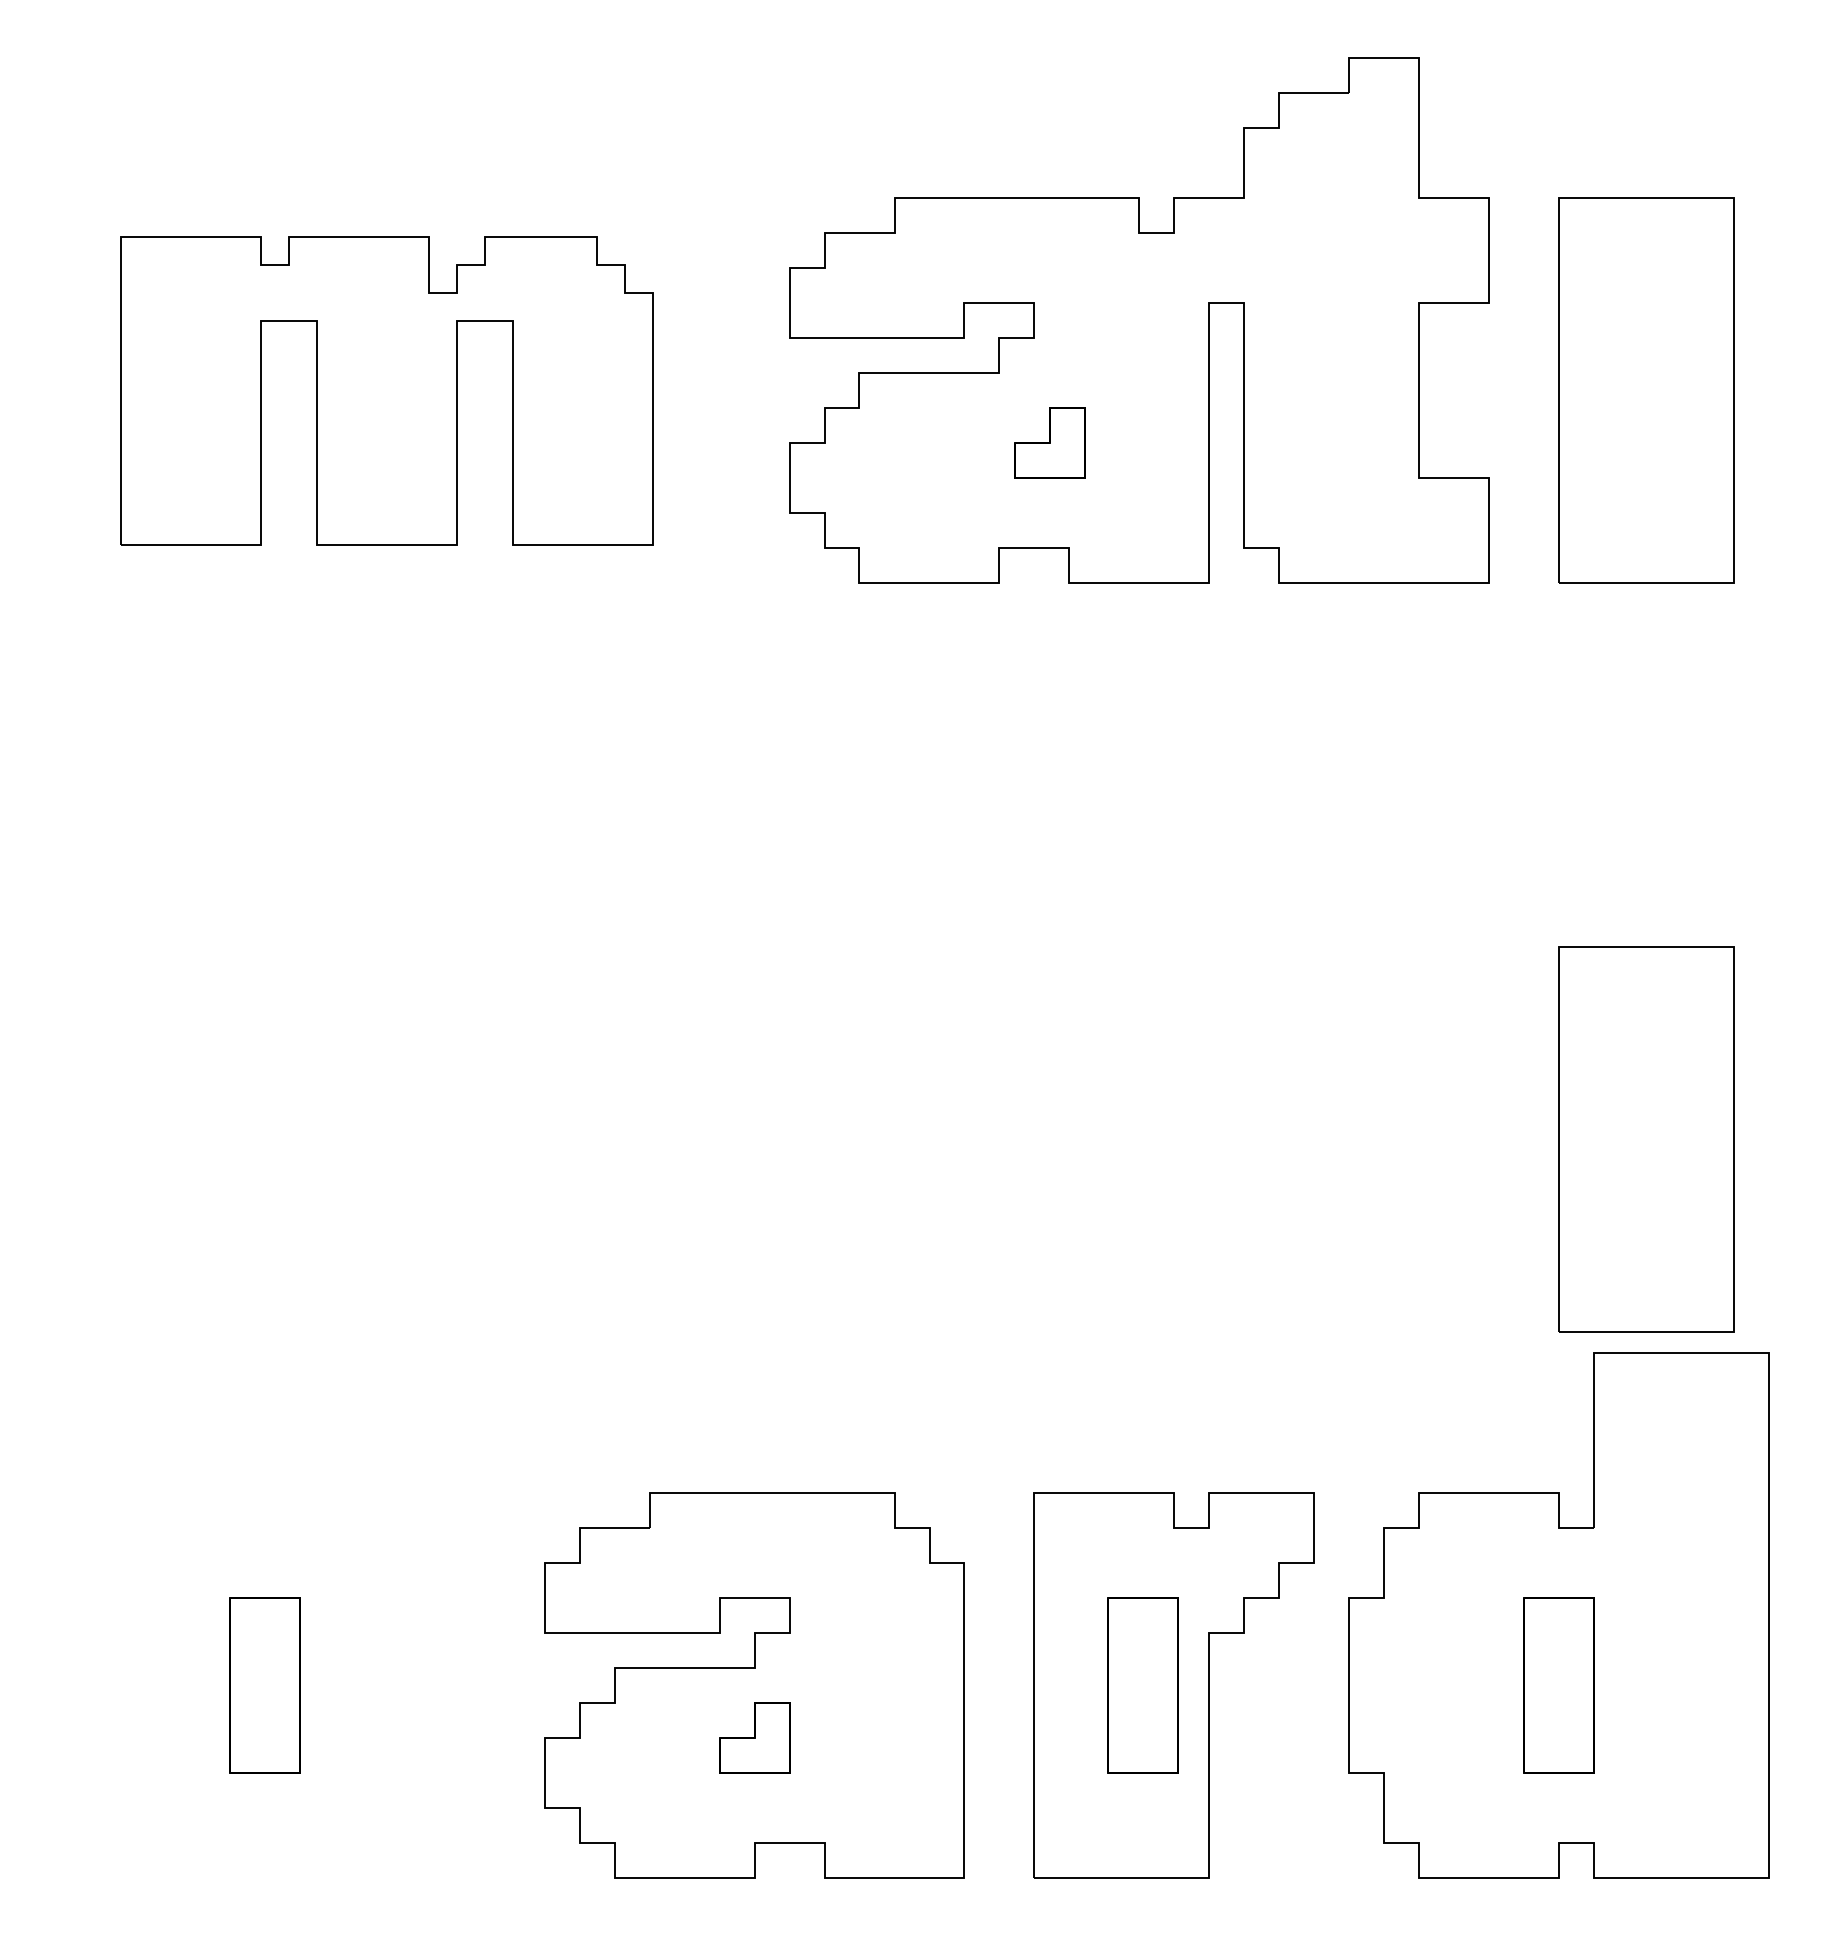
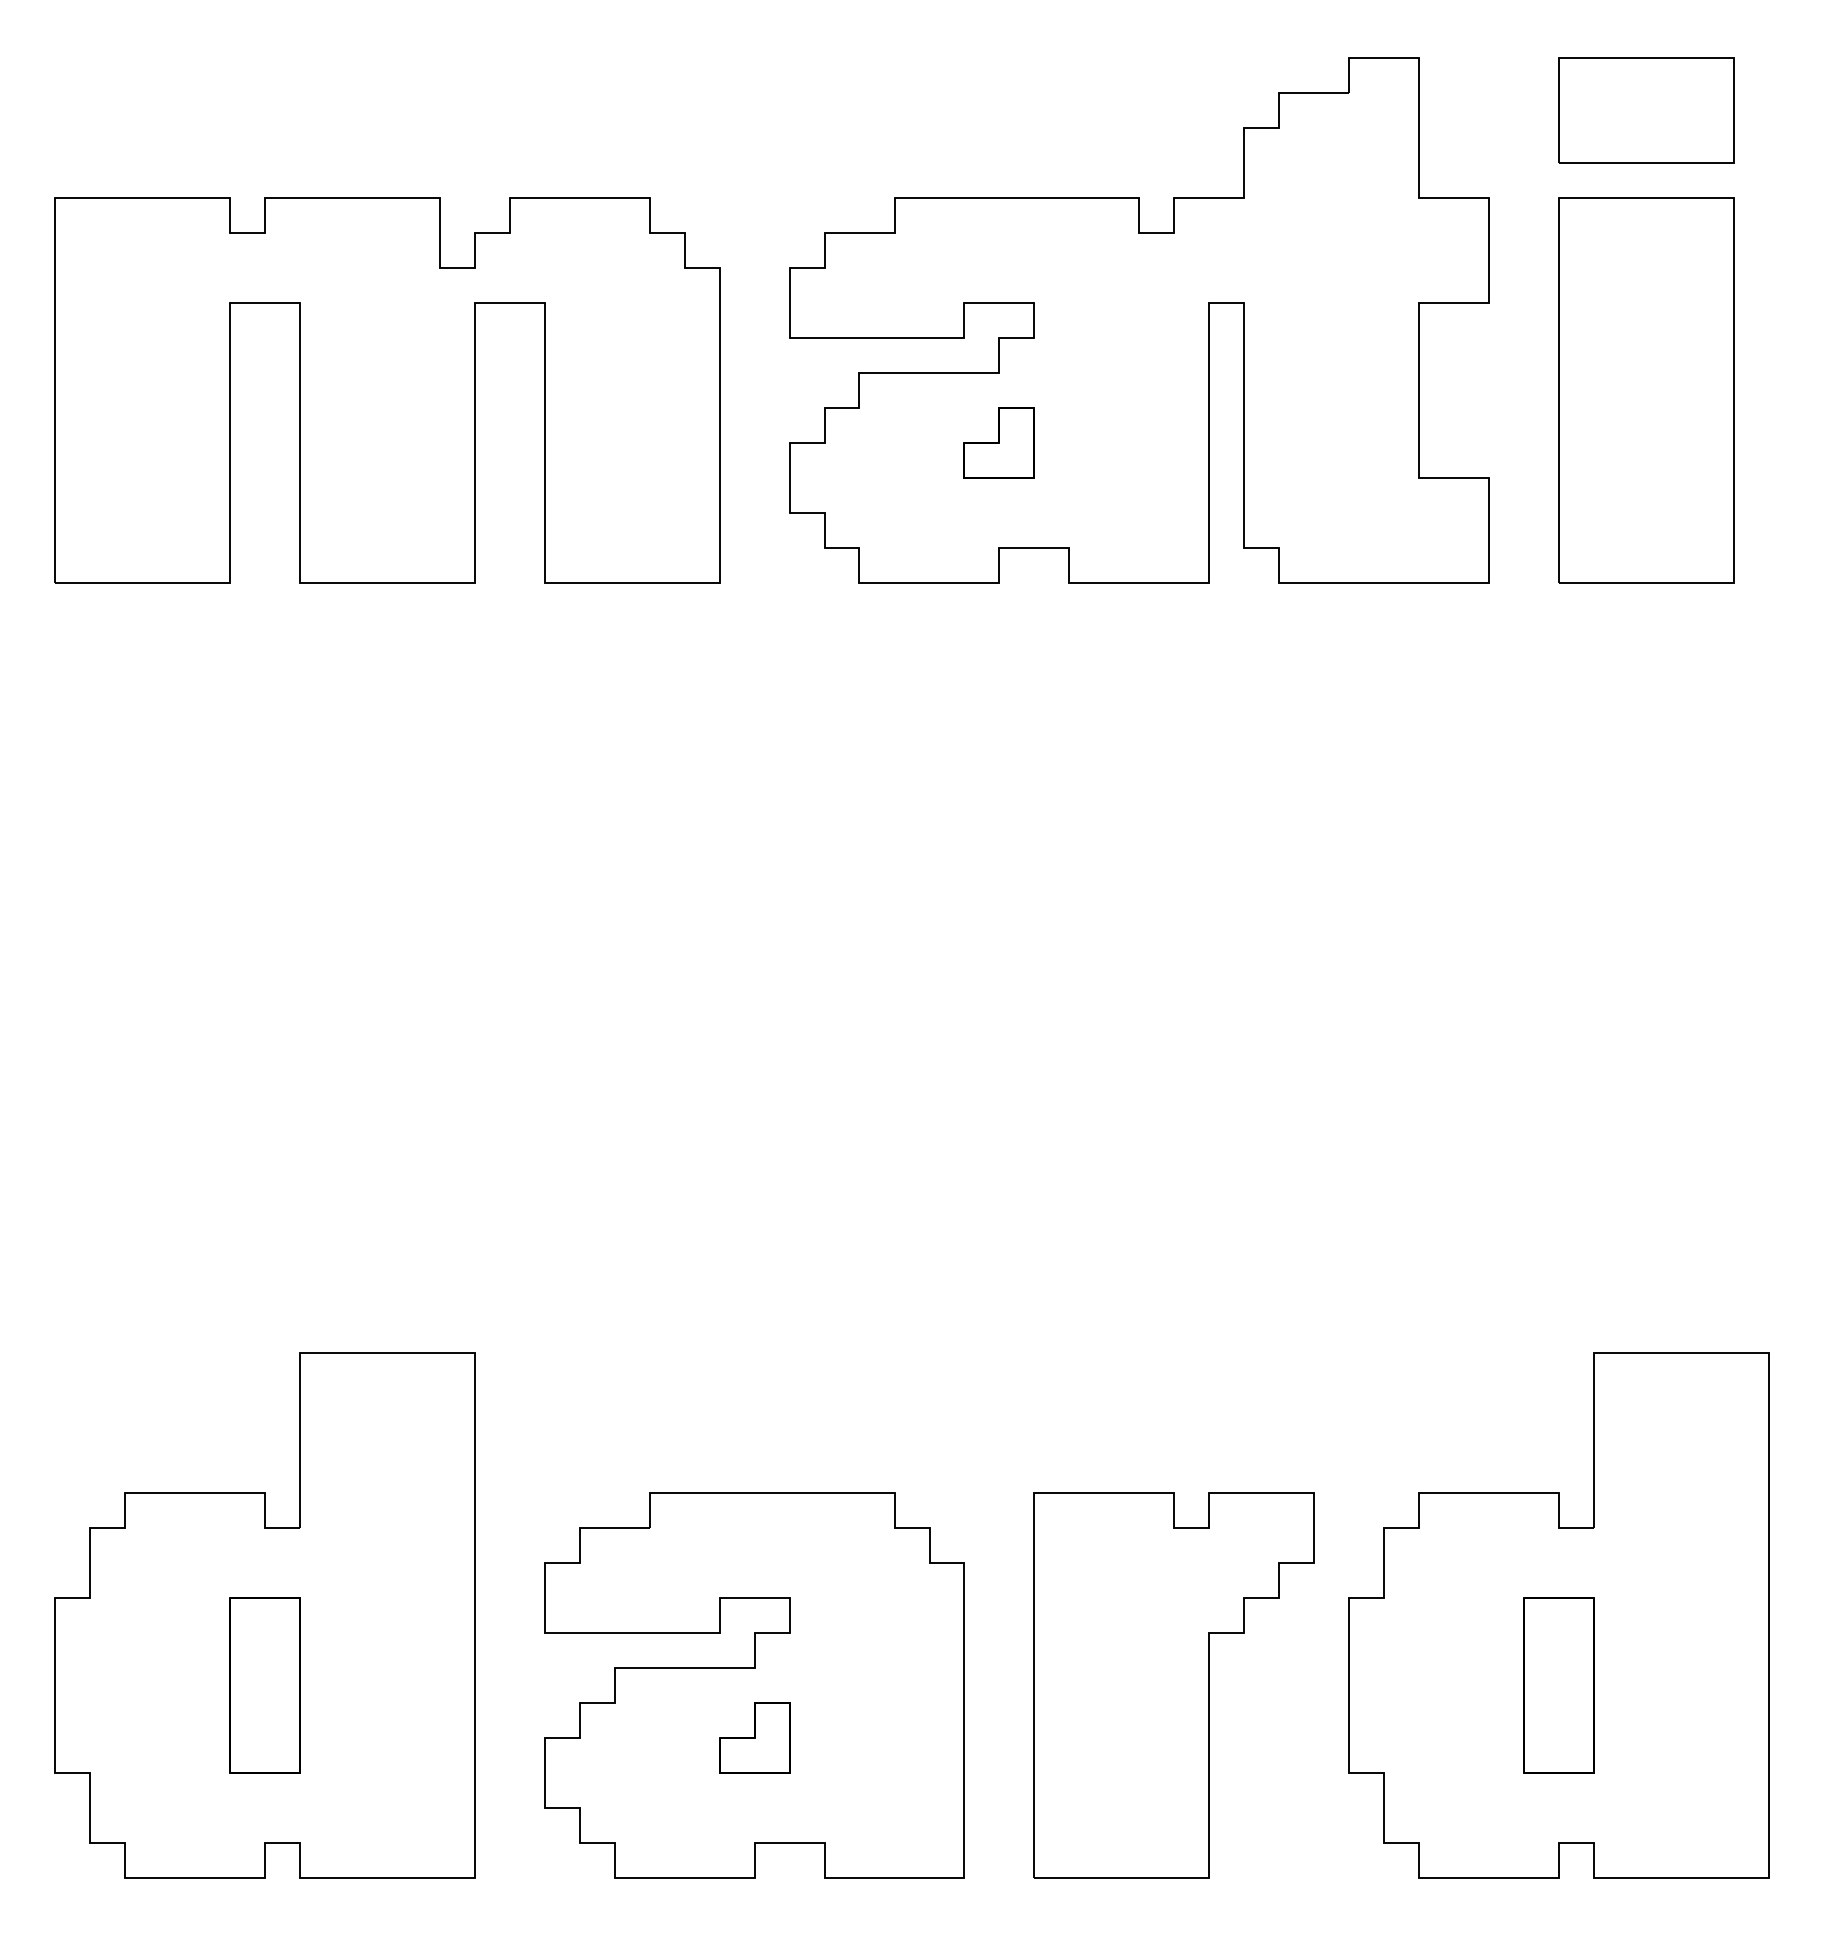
part at (1646, 110): none -> present
part at (386, 390) size: 534x310 px -> 667x387 px
part at (1049, 442) position: (1049, 442) -> (998, 442)
part at (1646, 1139): present -> none
part at (264, 1615): none -> present
part at (1142, 1685): present -> none
